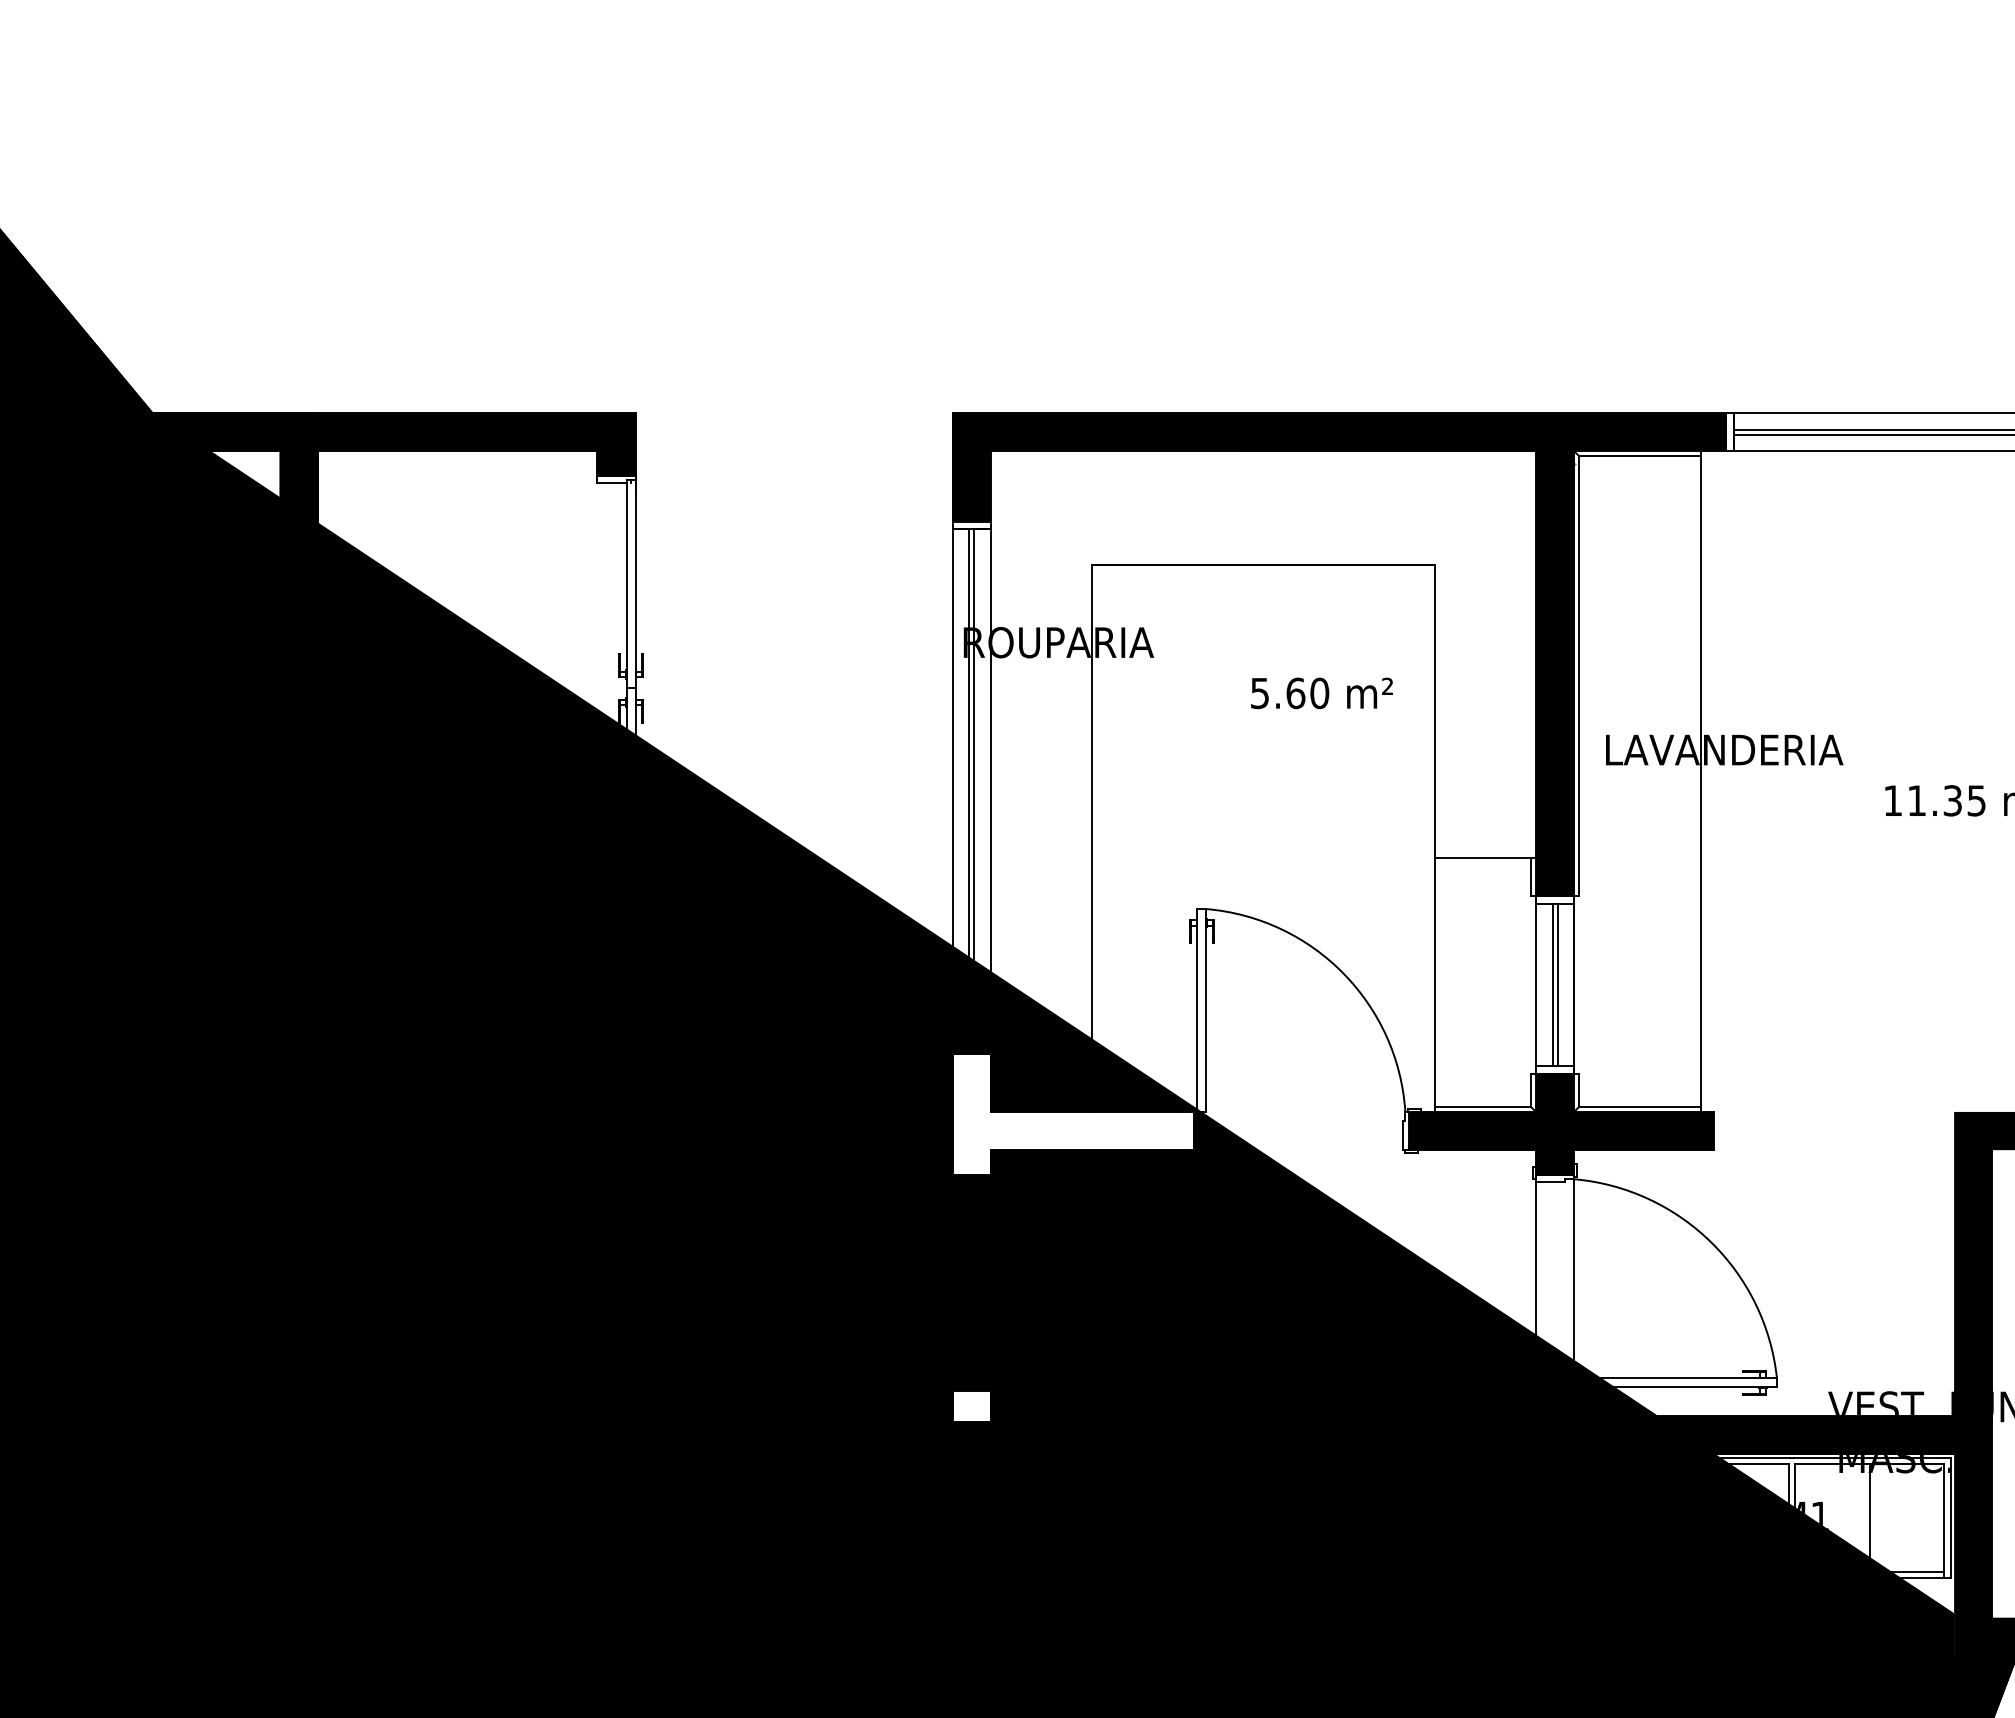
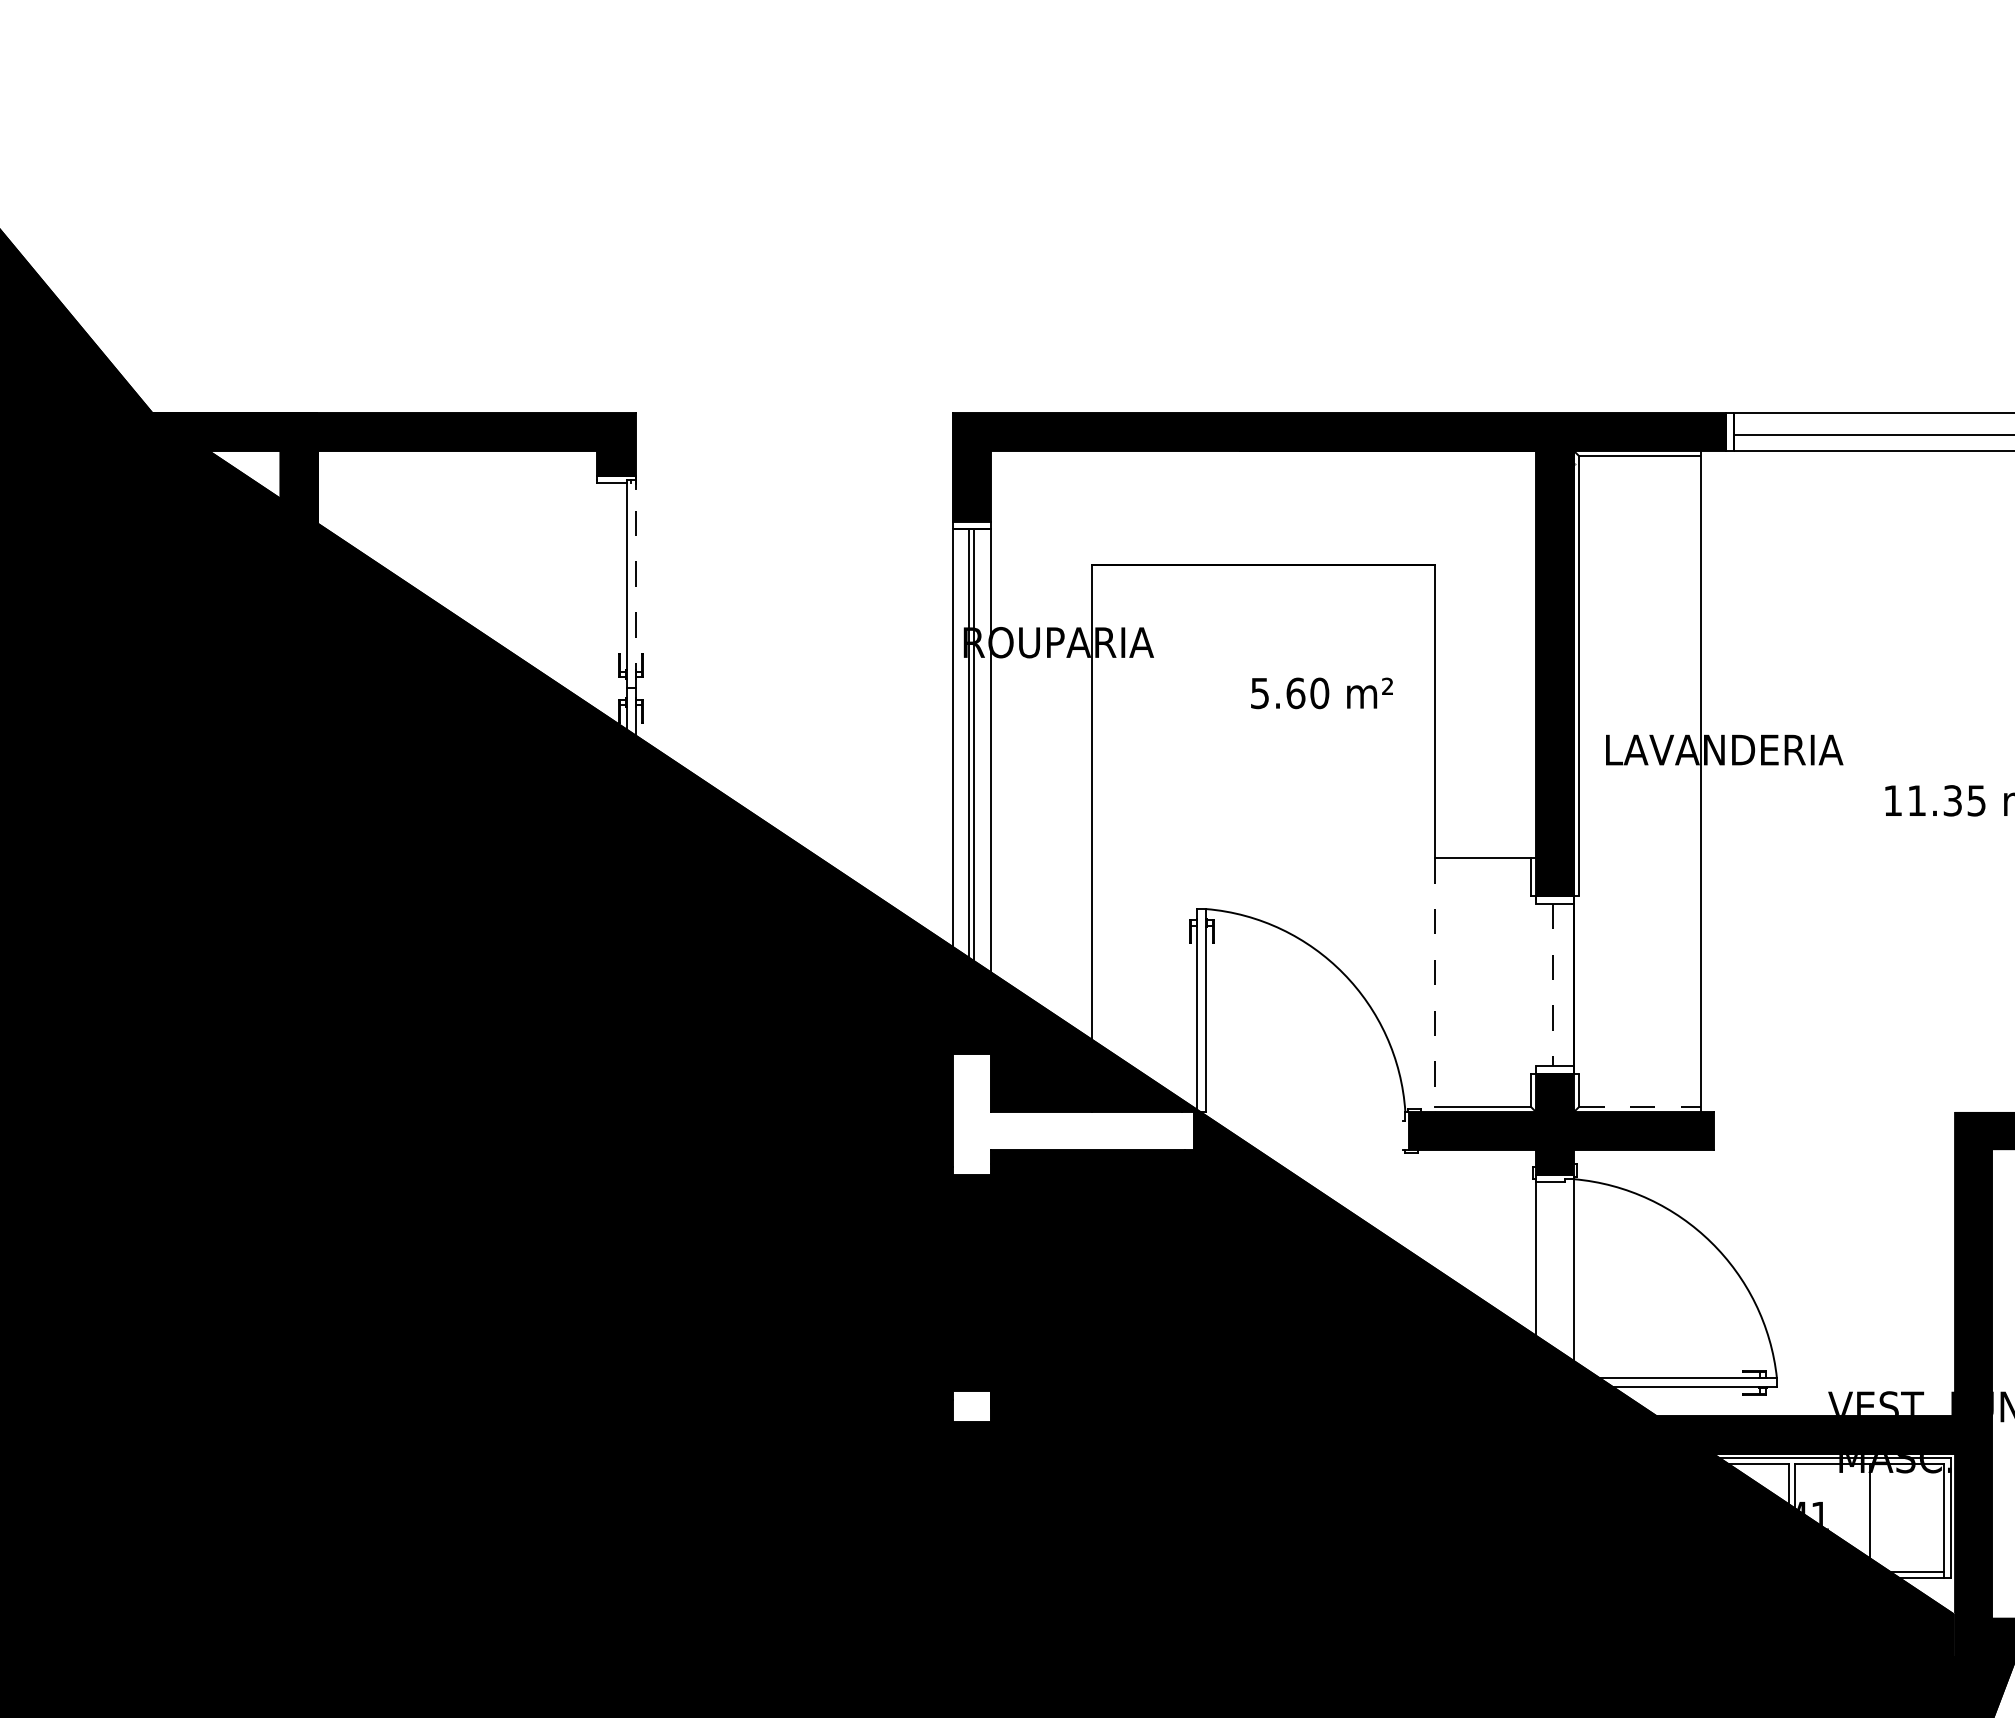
line at (1872, 429): present -> none
line at (635, 583): solid -> dashed
line at (1536, 984): present -> none
line at (1557, 984): present -> none
line at (1434, 985): solid -> dashed
line at (1552, 985): solid -> dashed
line at (1640, 1106): solid -> dashed
line at (1402, 1135): present -> none
